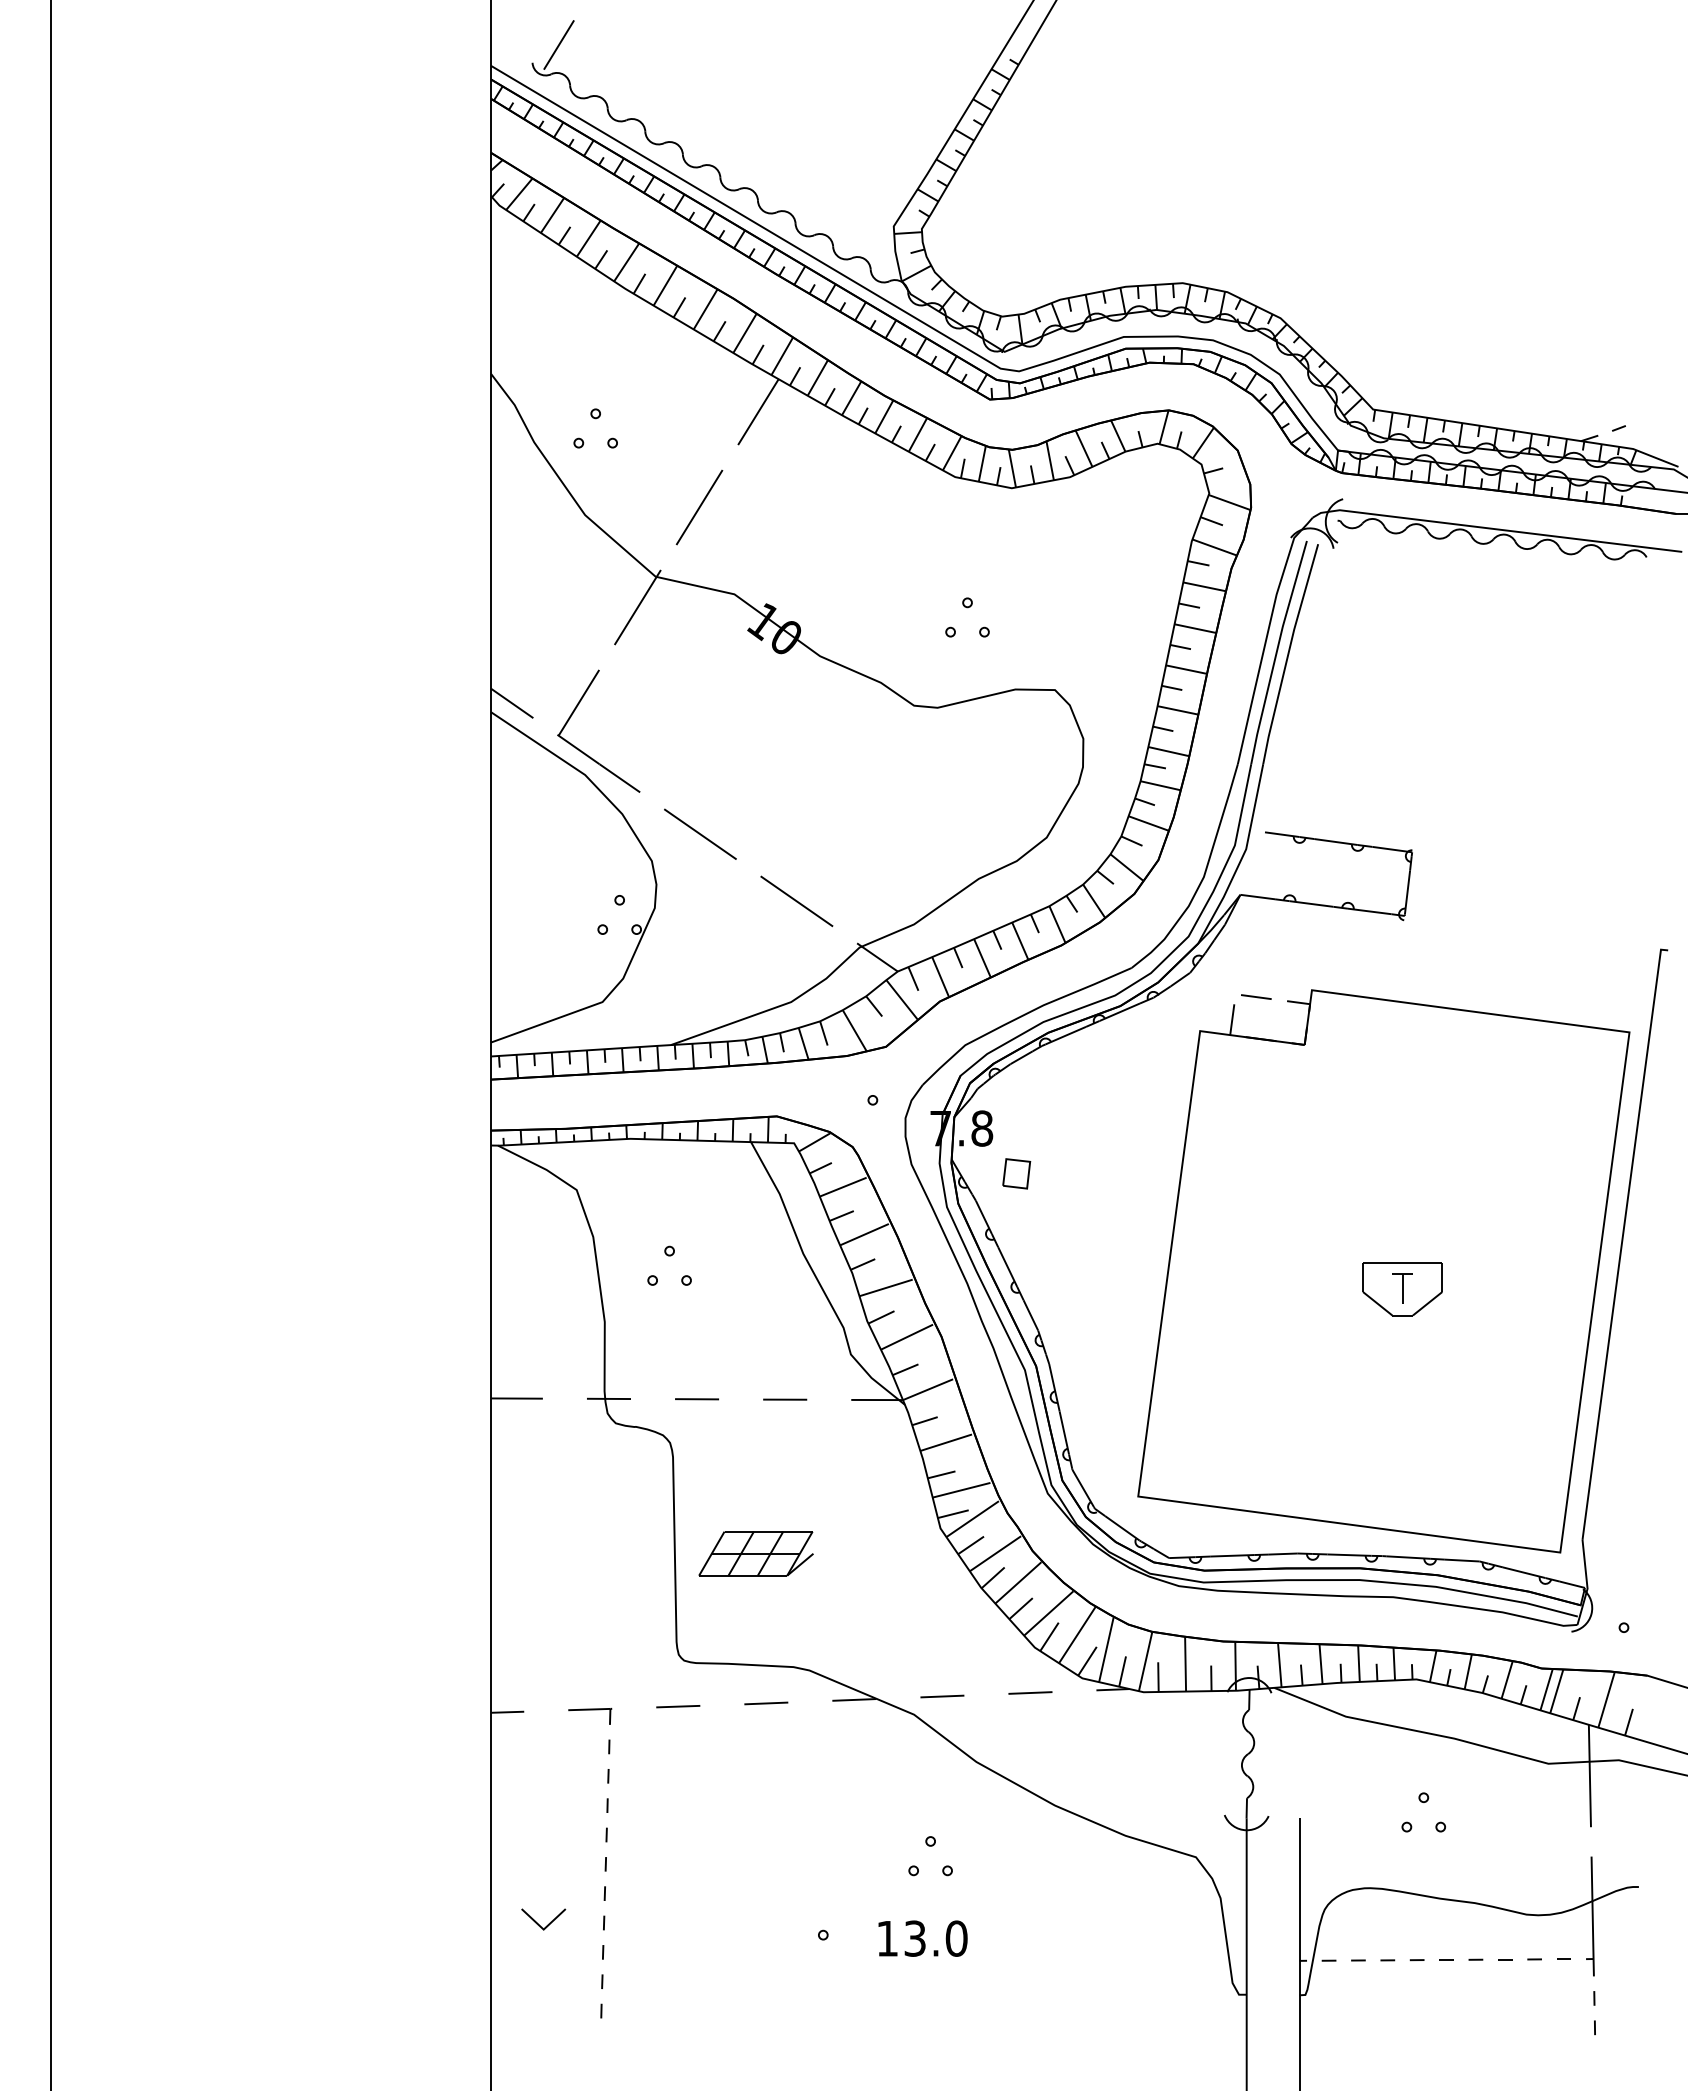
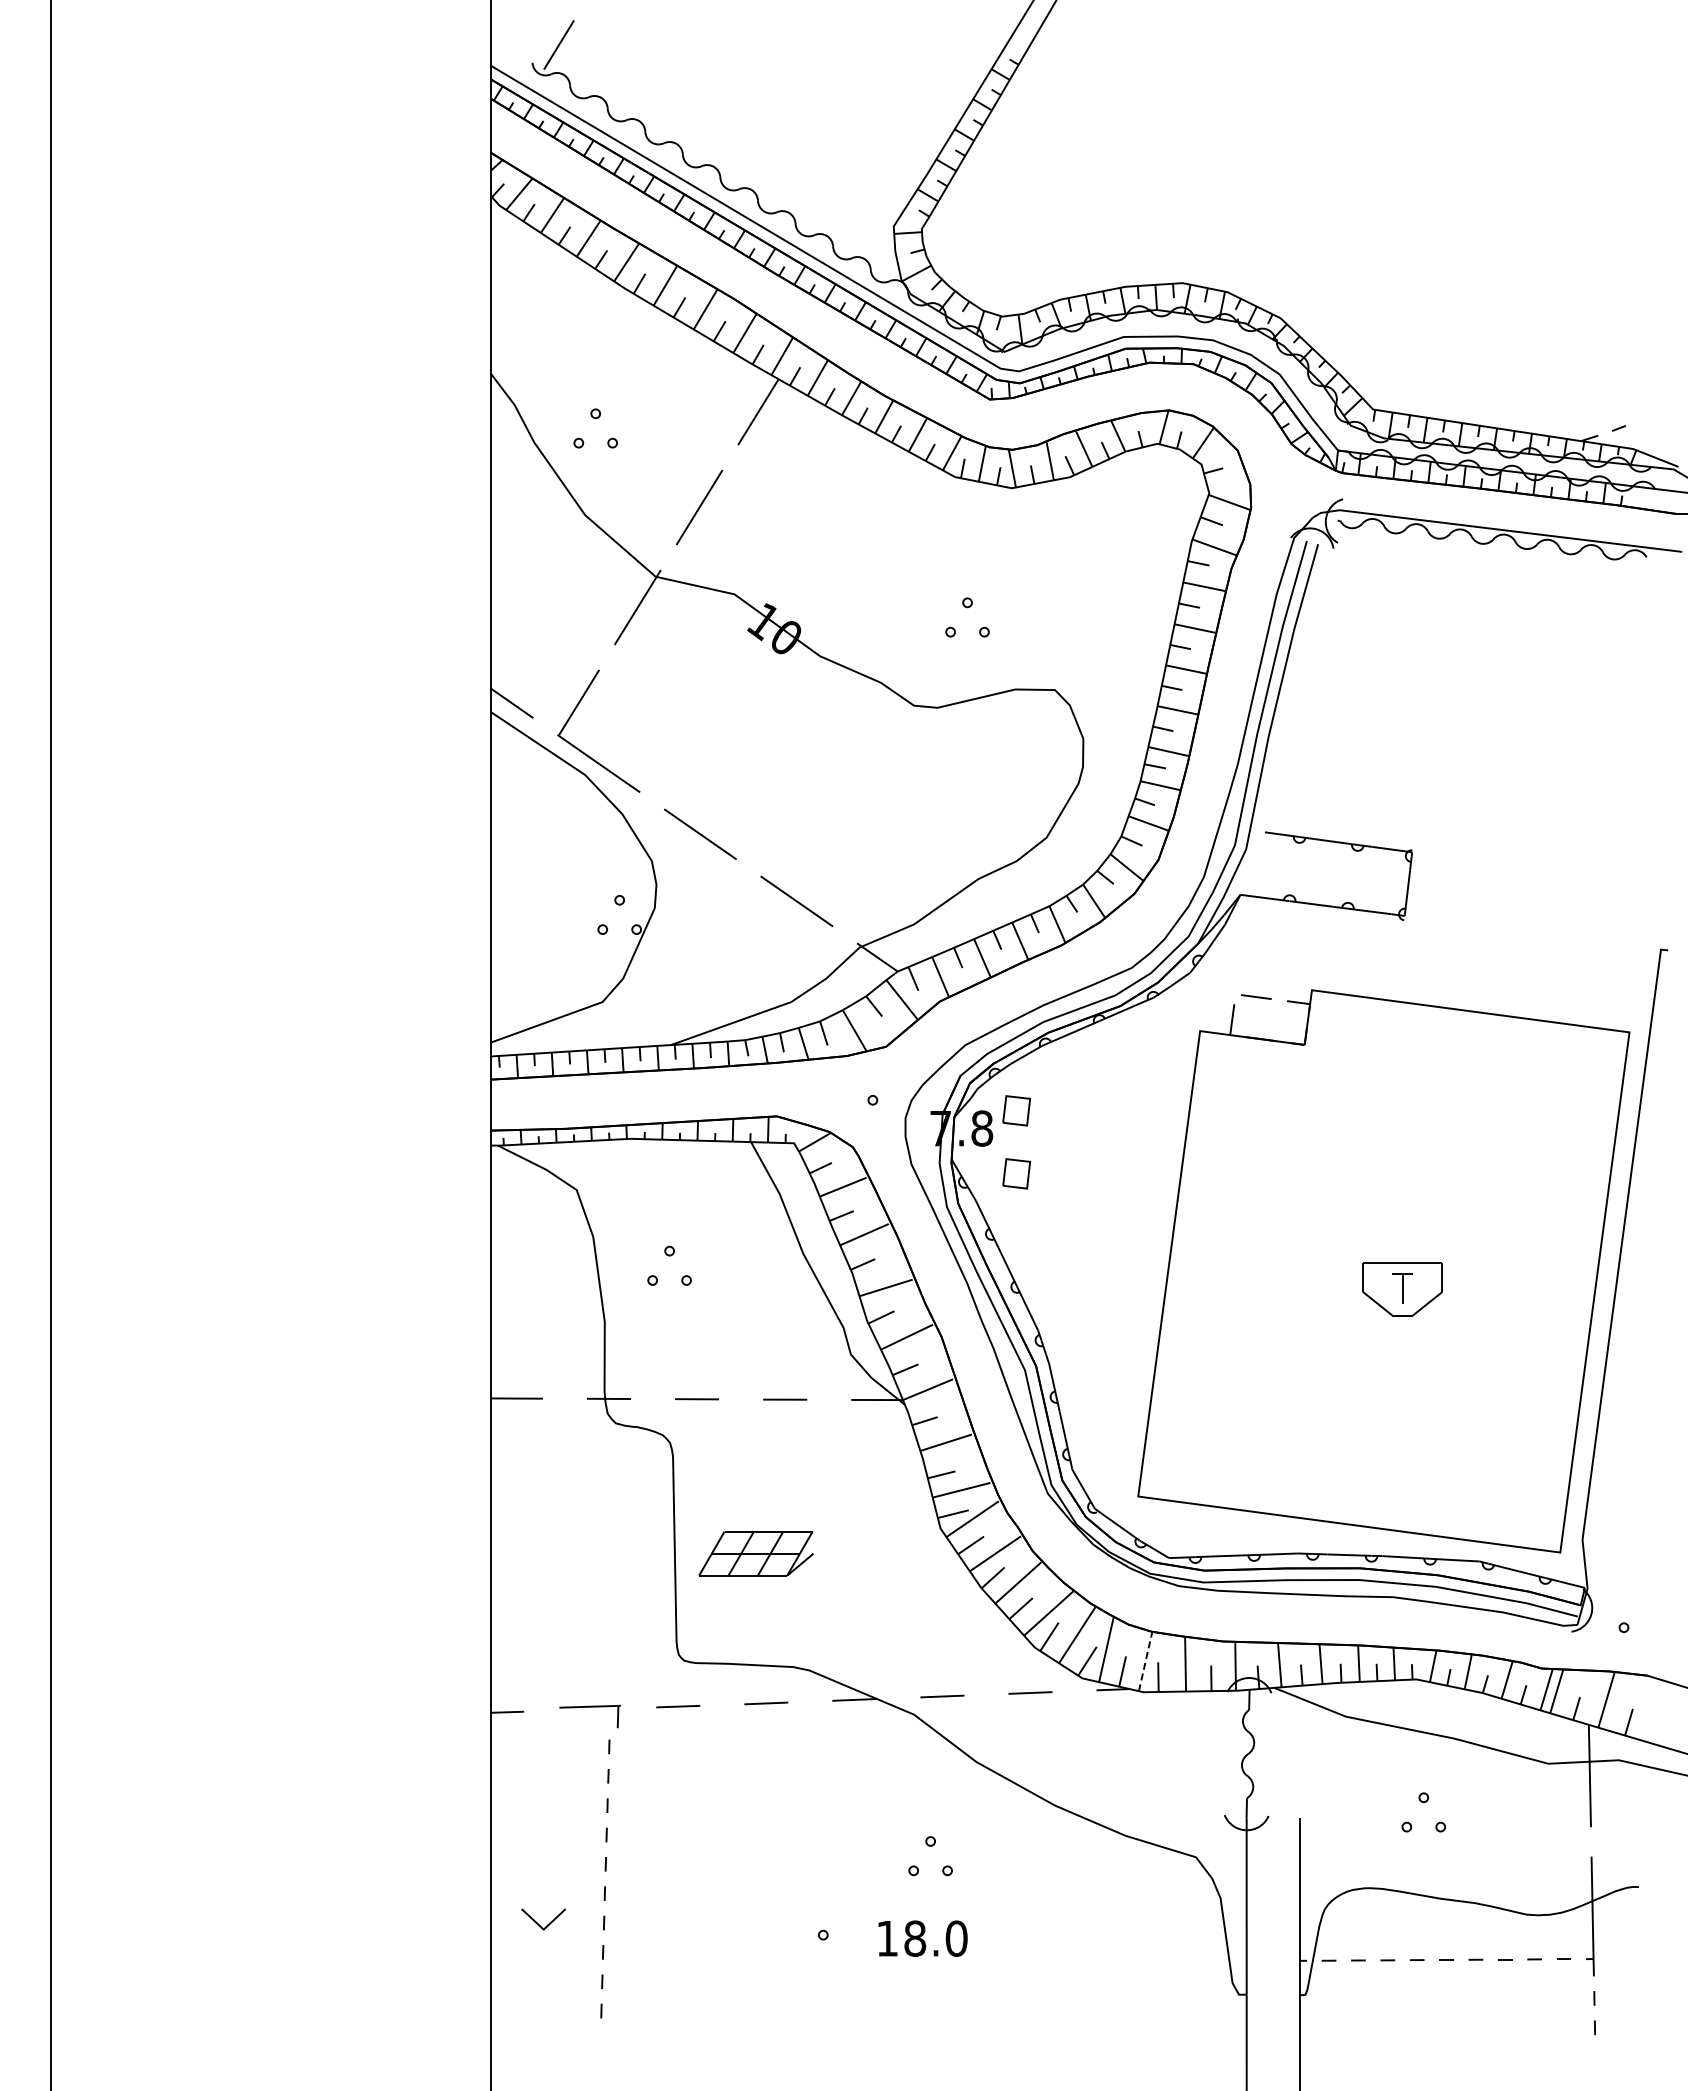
part at (1016, 1110): none -> present
line at (1145, 1661): solid -> dashed
part at (590, 1716) size: 45x17 px -> 62x25 px
text at (915, 1938): 13.0 -> 18.0
